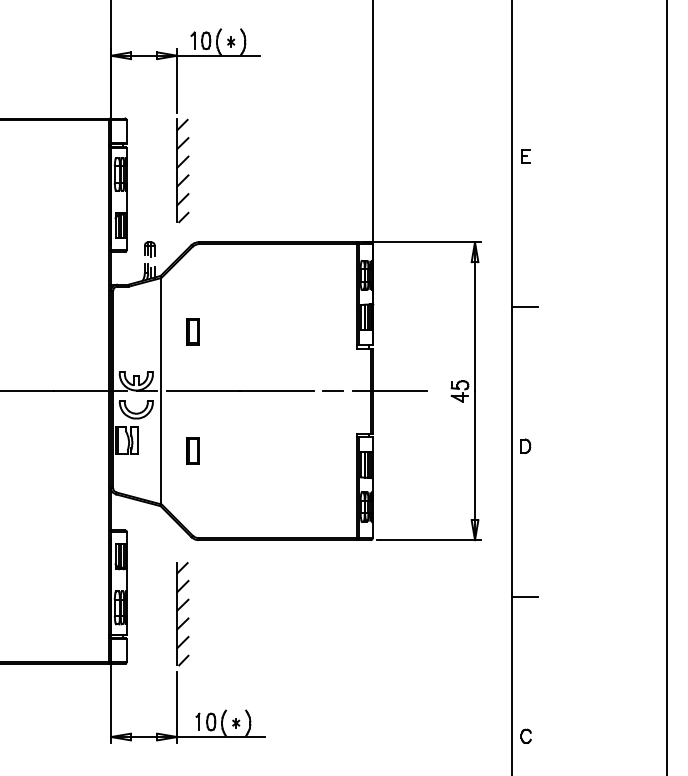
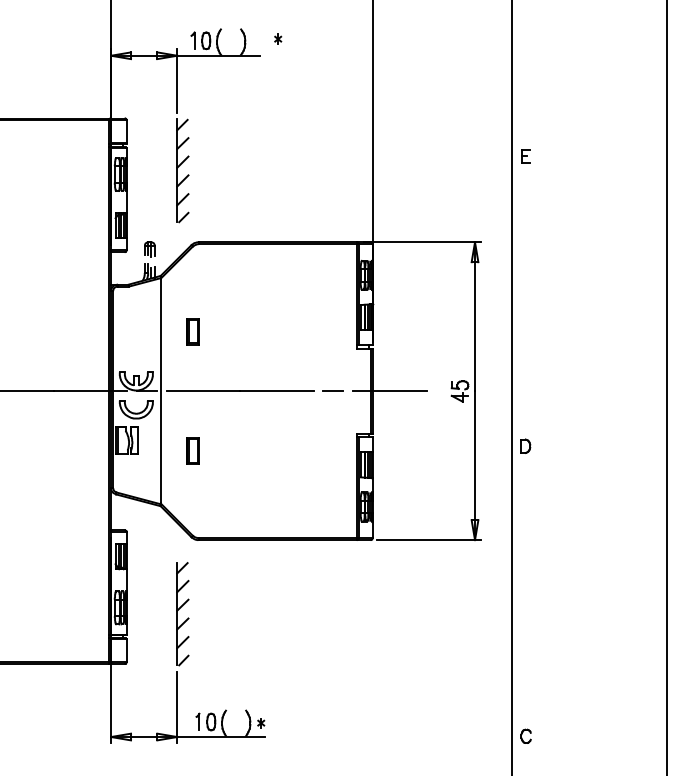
part at (231, 41) position: (231, 41) -> (278, 38)
line at (524, 307): present -> none
line at (524, 597): present -> none
part at (236, 723) position: (236, 723) -> (261, 723)
